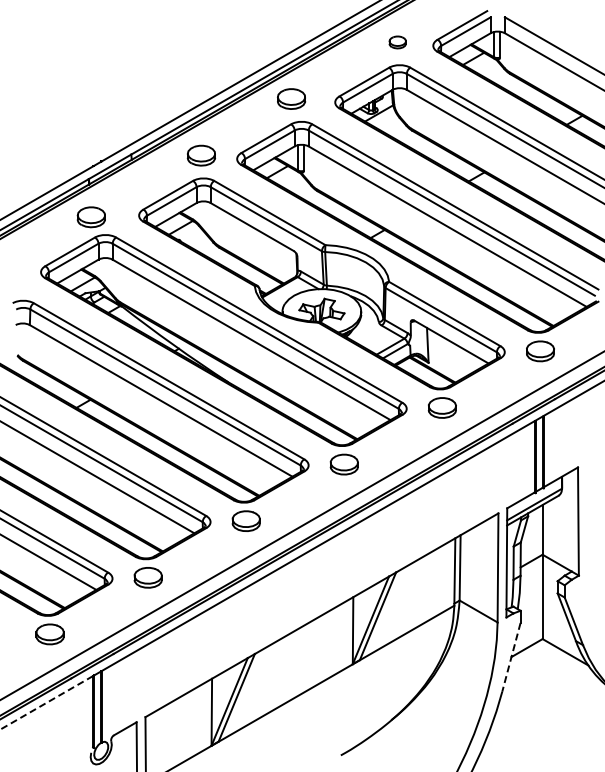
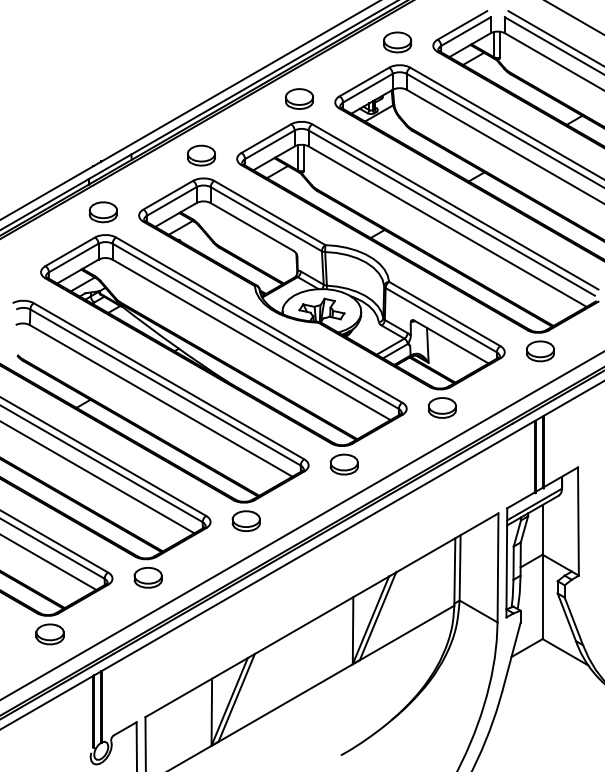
line at (574, 17): none -> present
line at (554, 37): none -> present
part at (397, 42) size: 19x15 px -> 30x23 px
part at (291, 98) position: (291, 98) -> (299, 98)
part at (90, 217) position: (90, 217) -> (102, 212)
line at (511, 657): dashed -> solid
line at (46, 702): dashed -> solid
